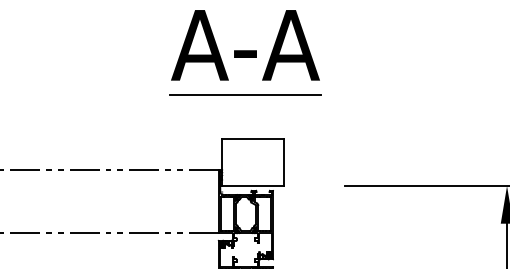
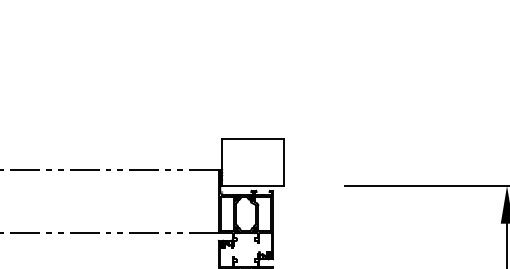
part at (245, 52): present -> none
